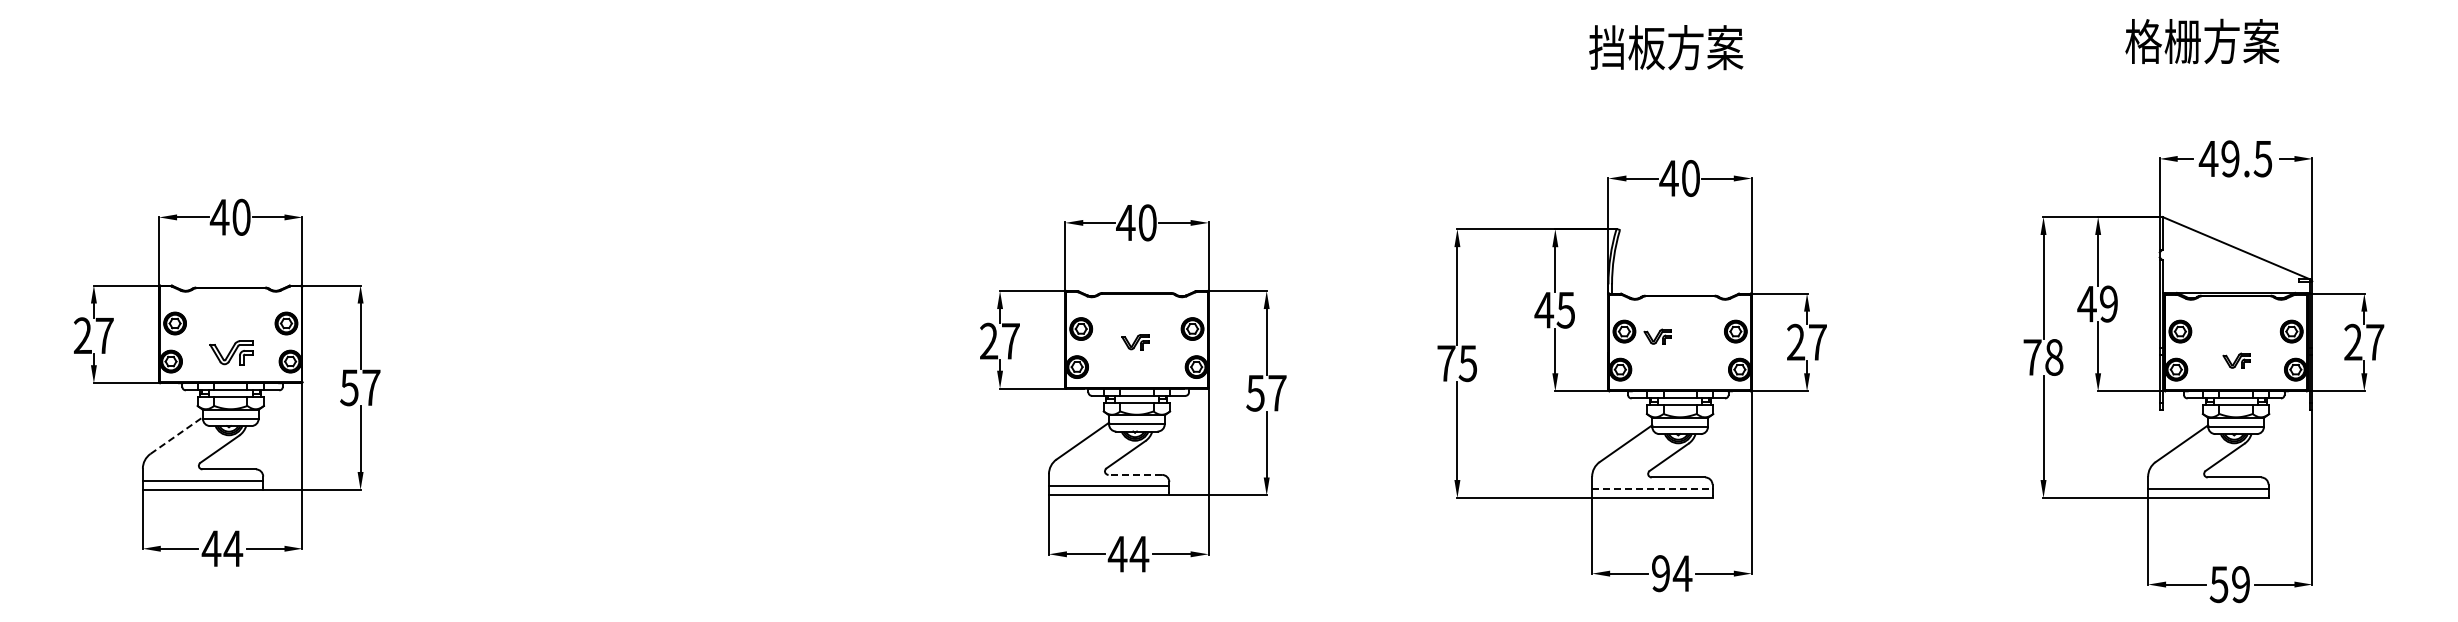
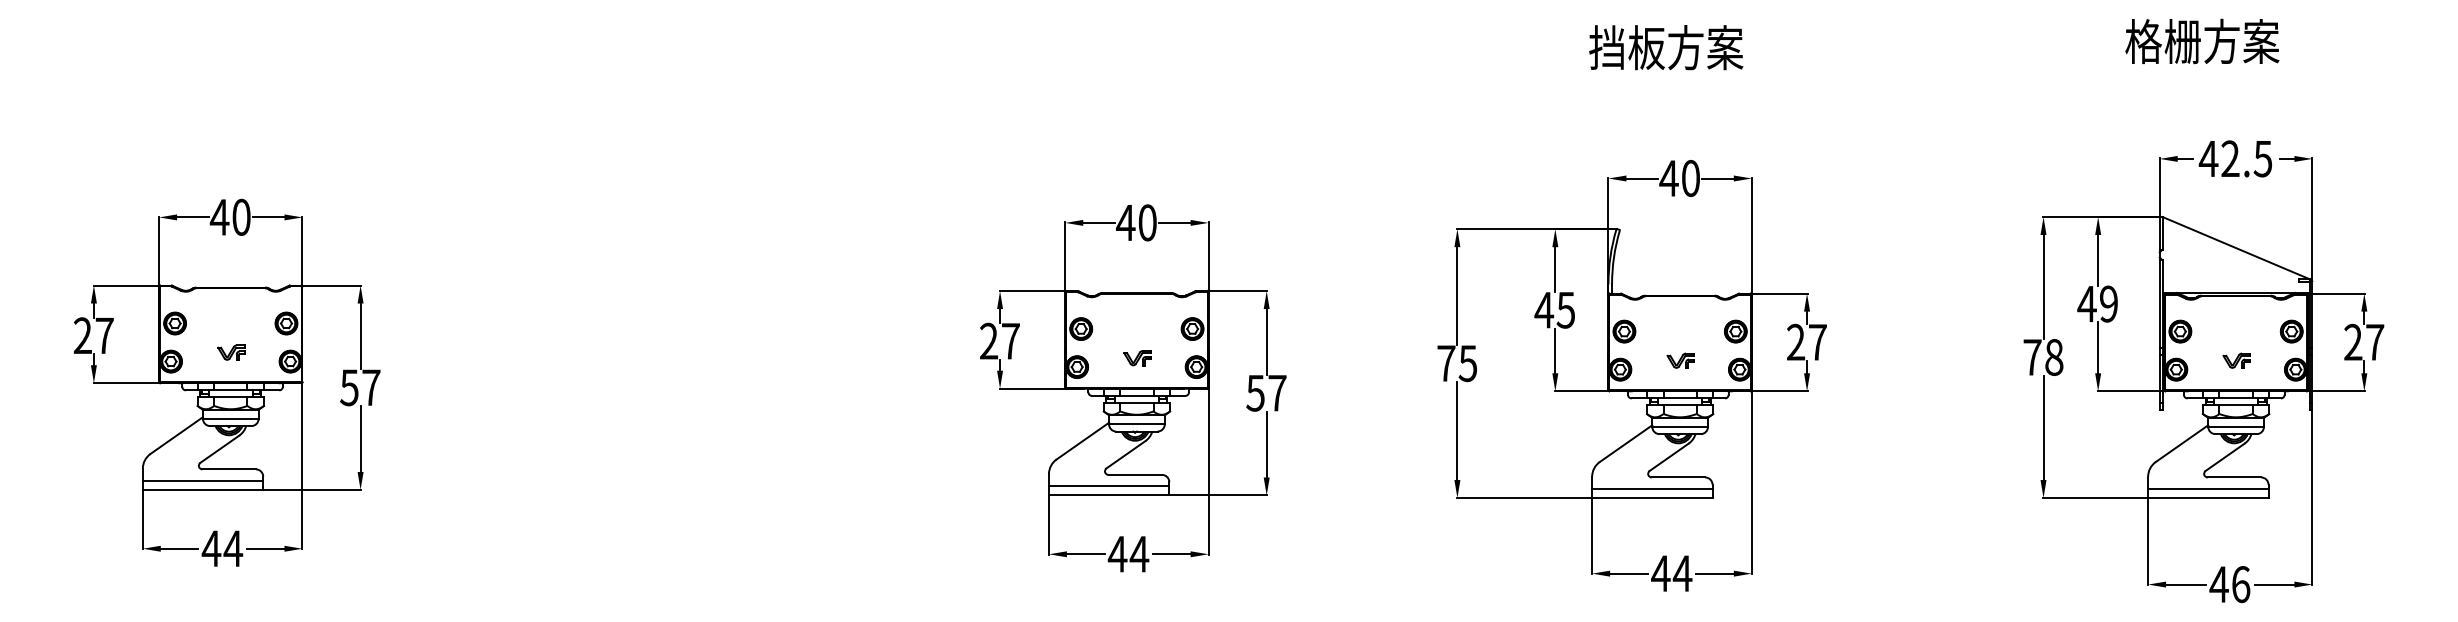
text at (2230, 159): 49.5 -> 42.5
part at (1657, 336) position: (1657, 336) -> (1680, 360)
part at (1135, 342) position: (1135, 342) -> (1137, 358)
part at (231, 352) size: 45x26 px -> 29x17 px
line at (177, 435): dashed -> solid
line at (1135, 474): dashed -> solid
line at (1652, 489): dashed -> solid
text at (1660, 573): 94 -> 44
text at (2229, 584): 59 -> 46
